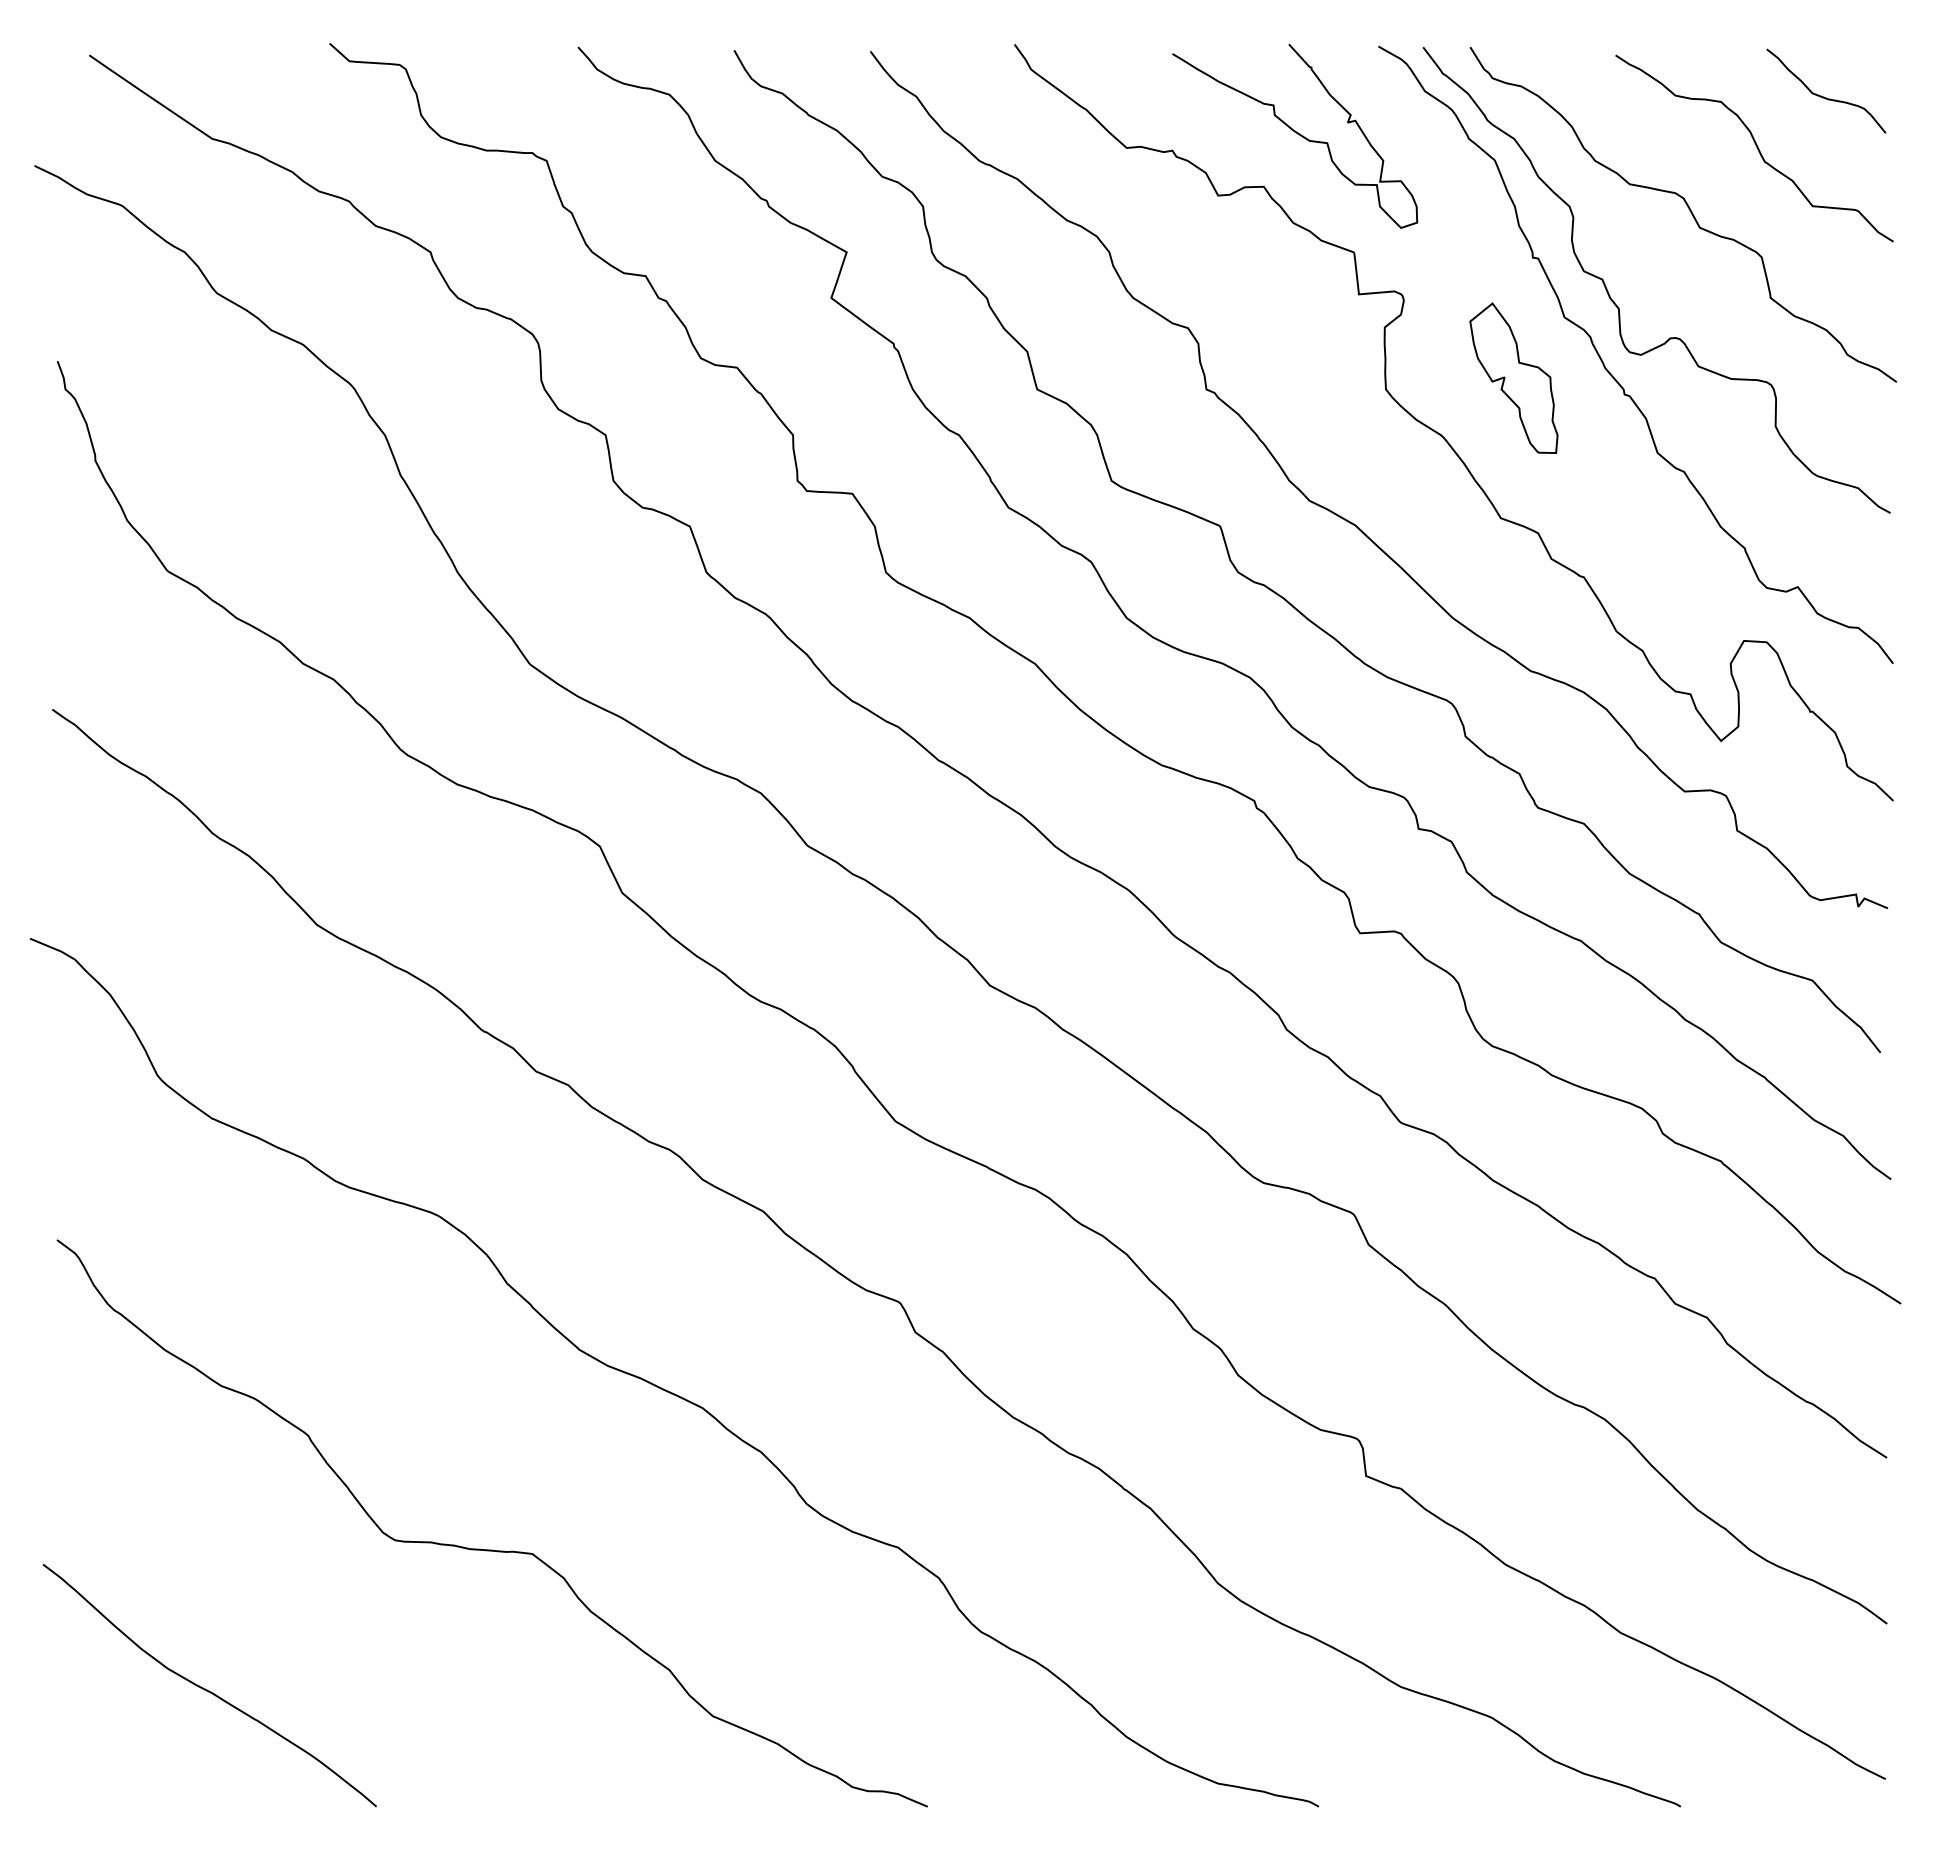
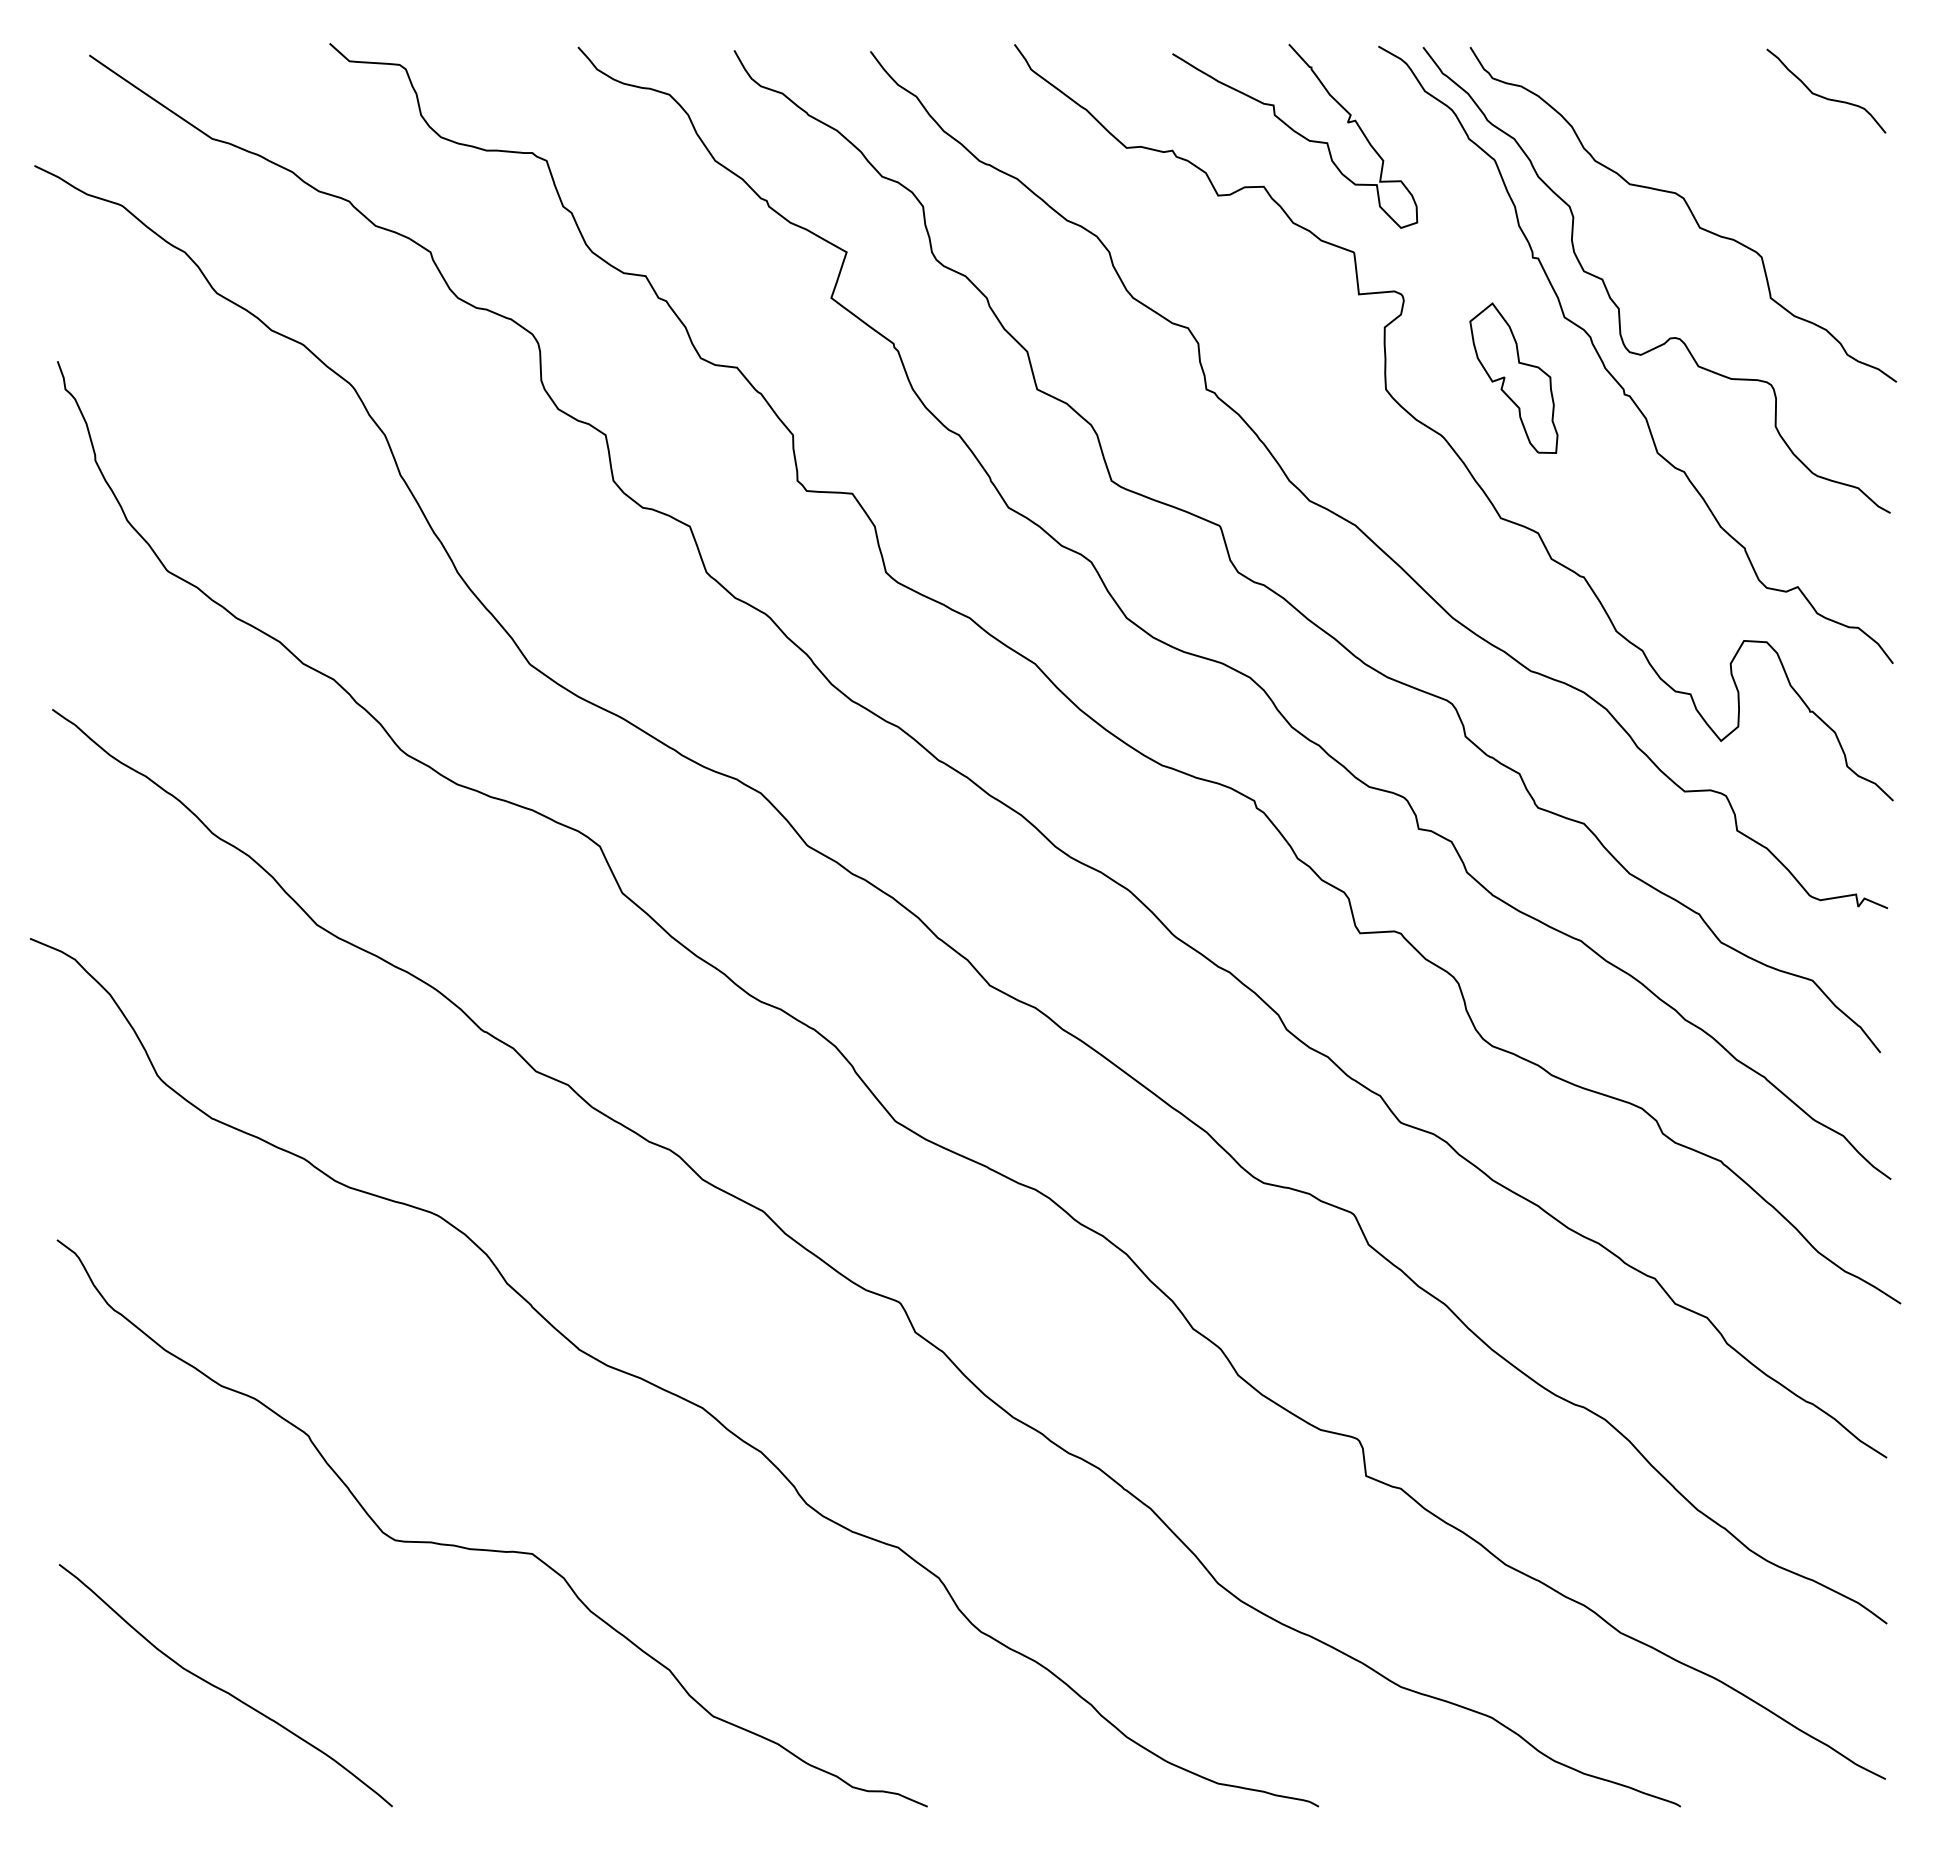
curve at (1756, 147): present -> none
curve at (207, 1689) position: (207, 1689) -> (223, 1689)
